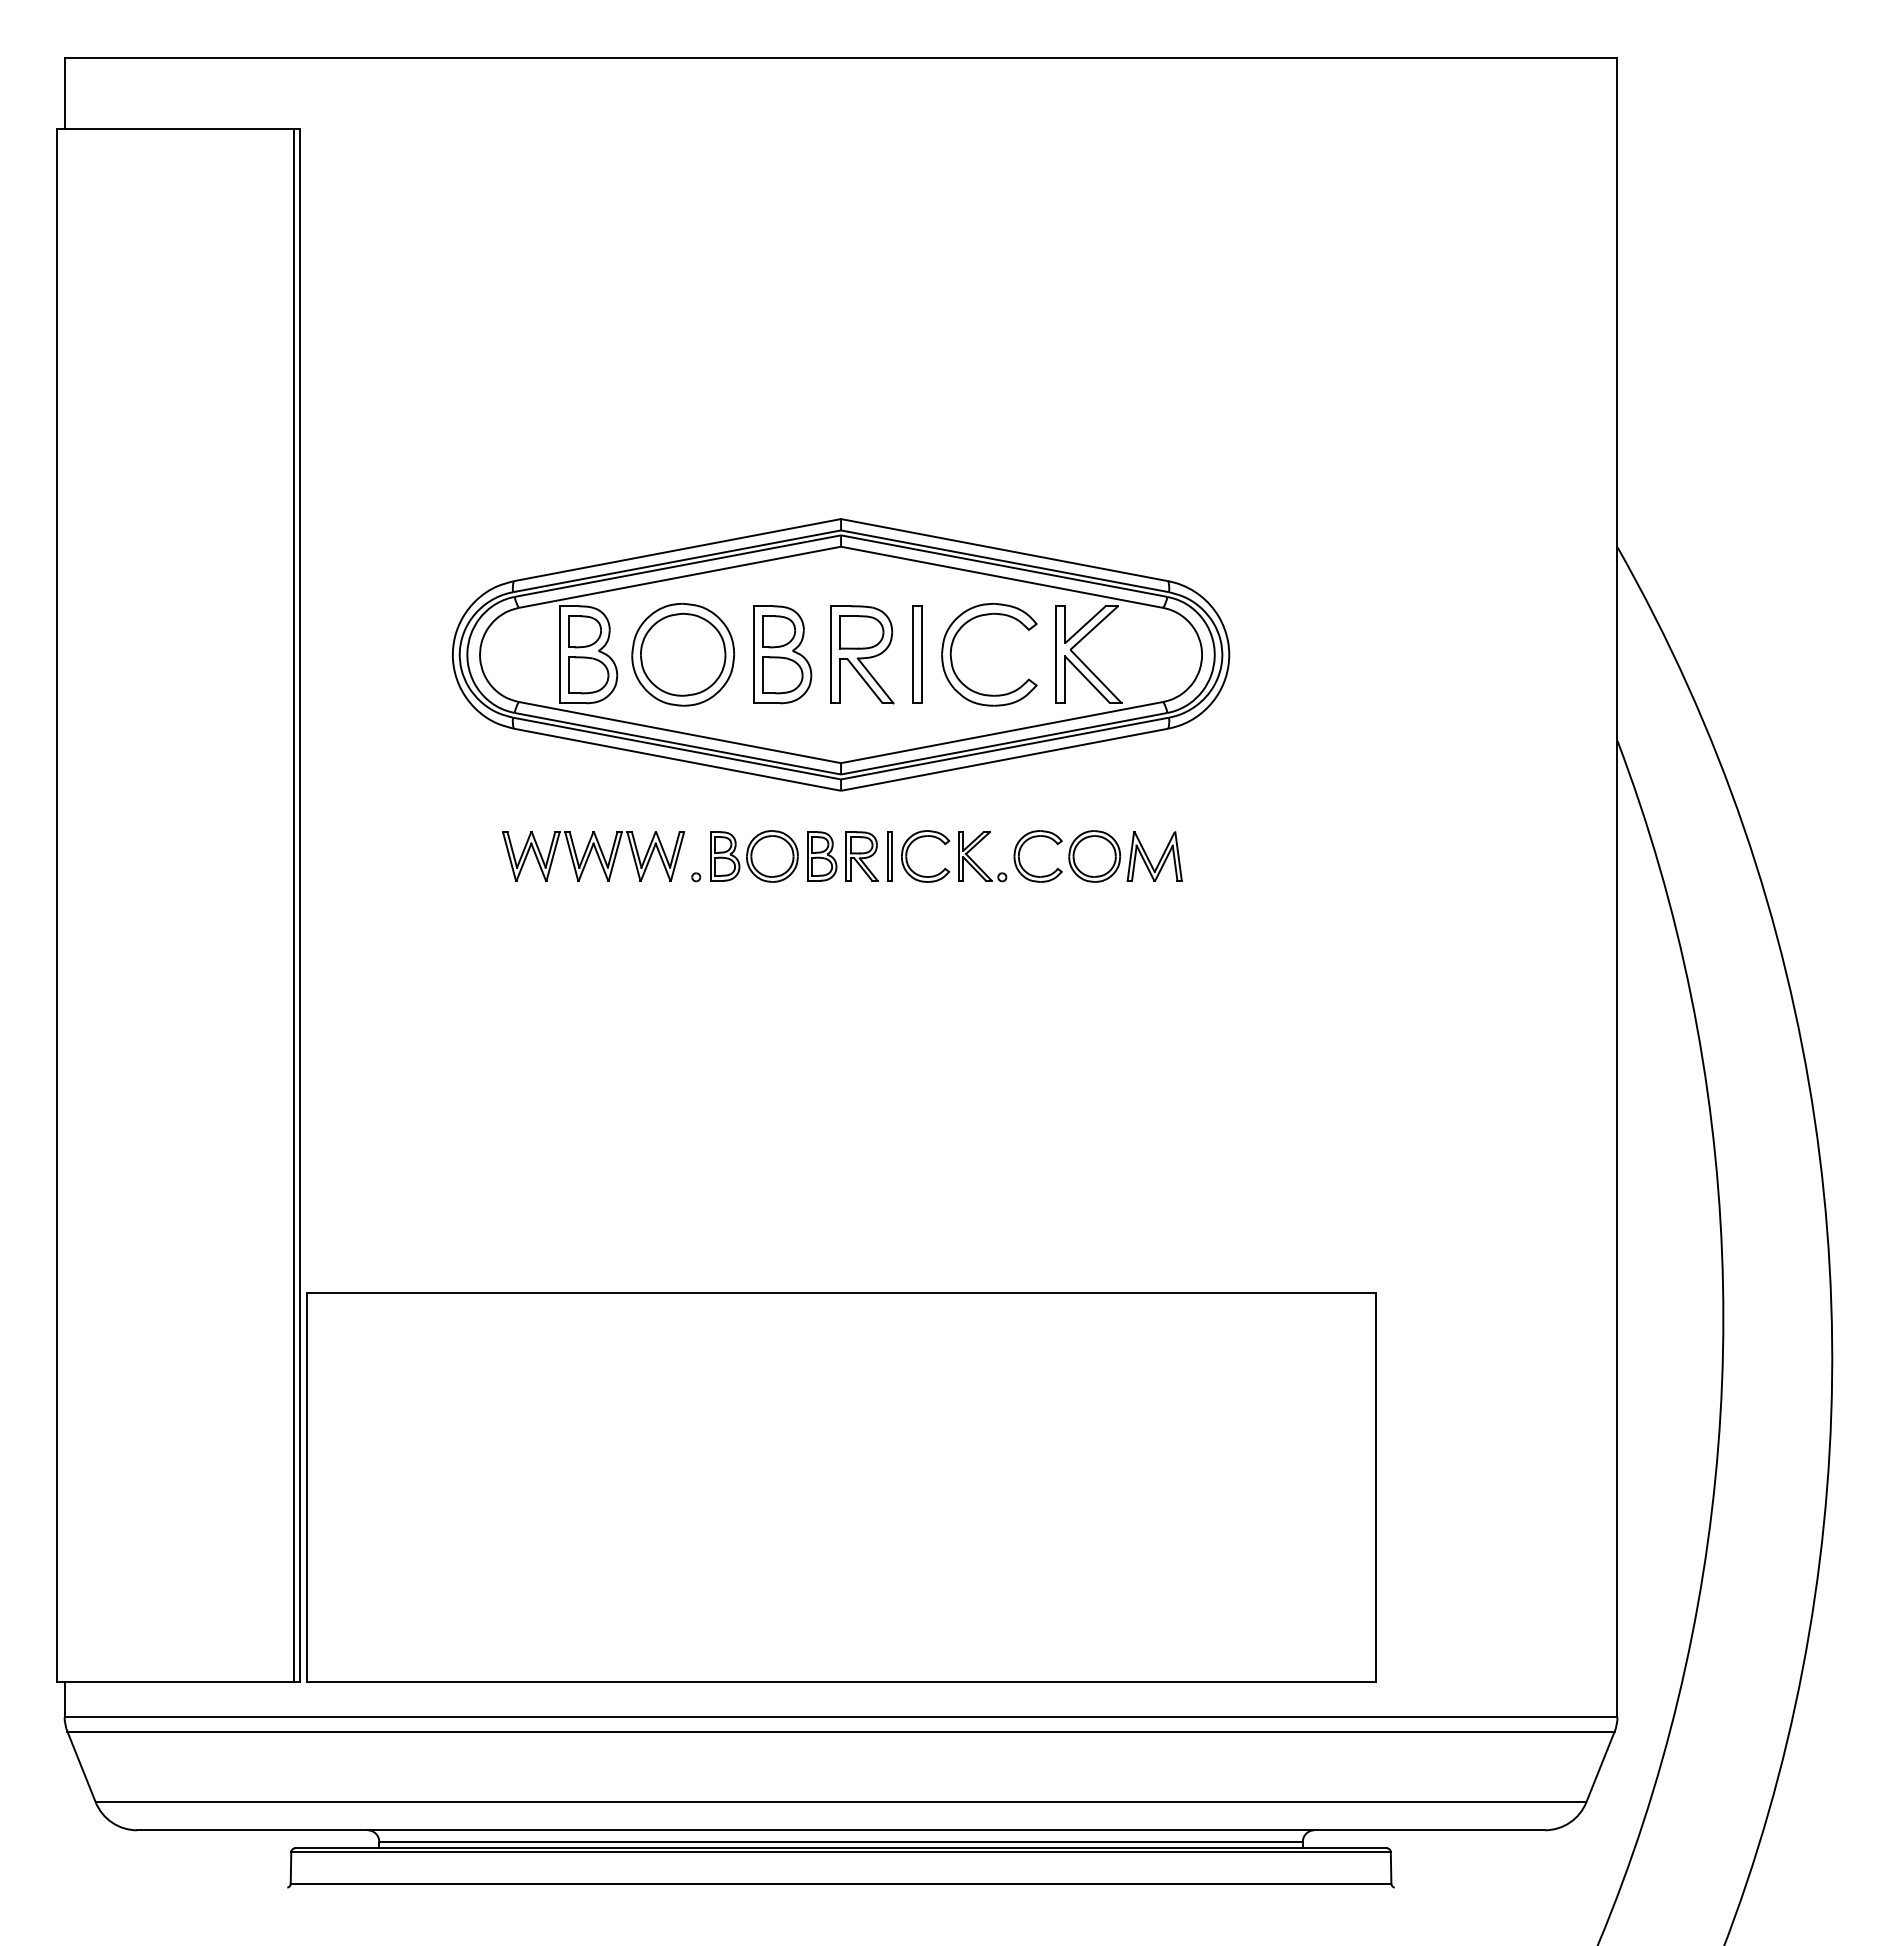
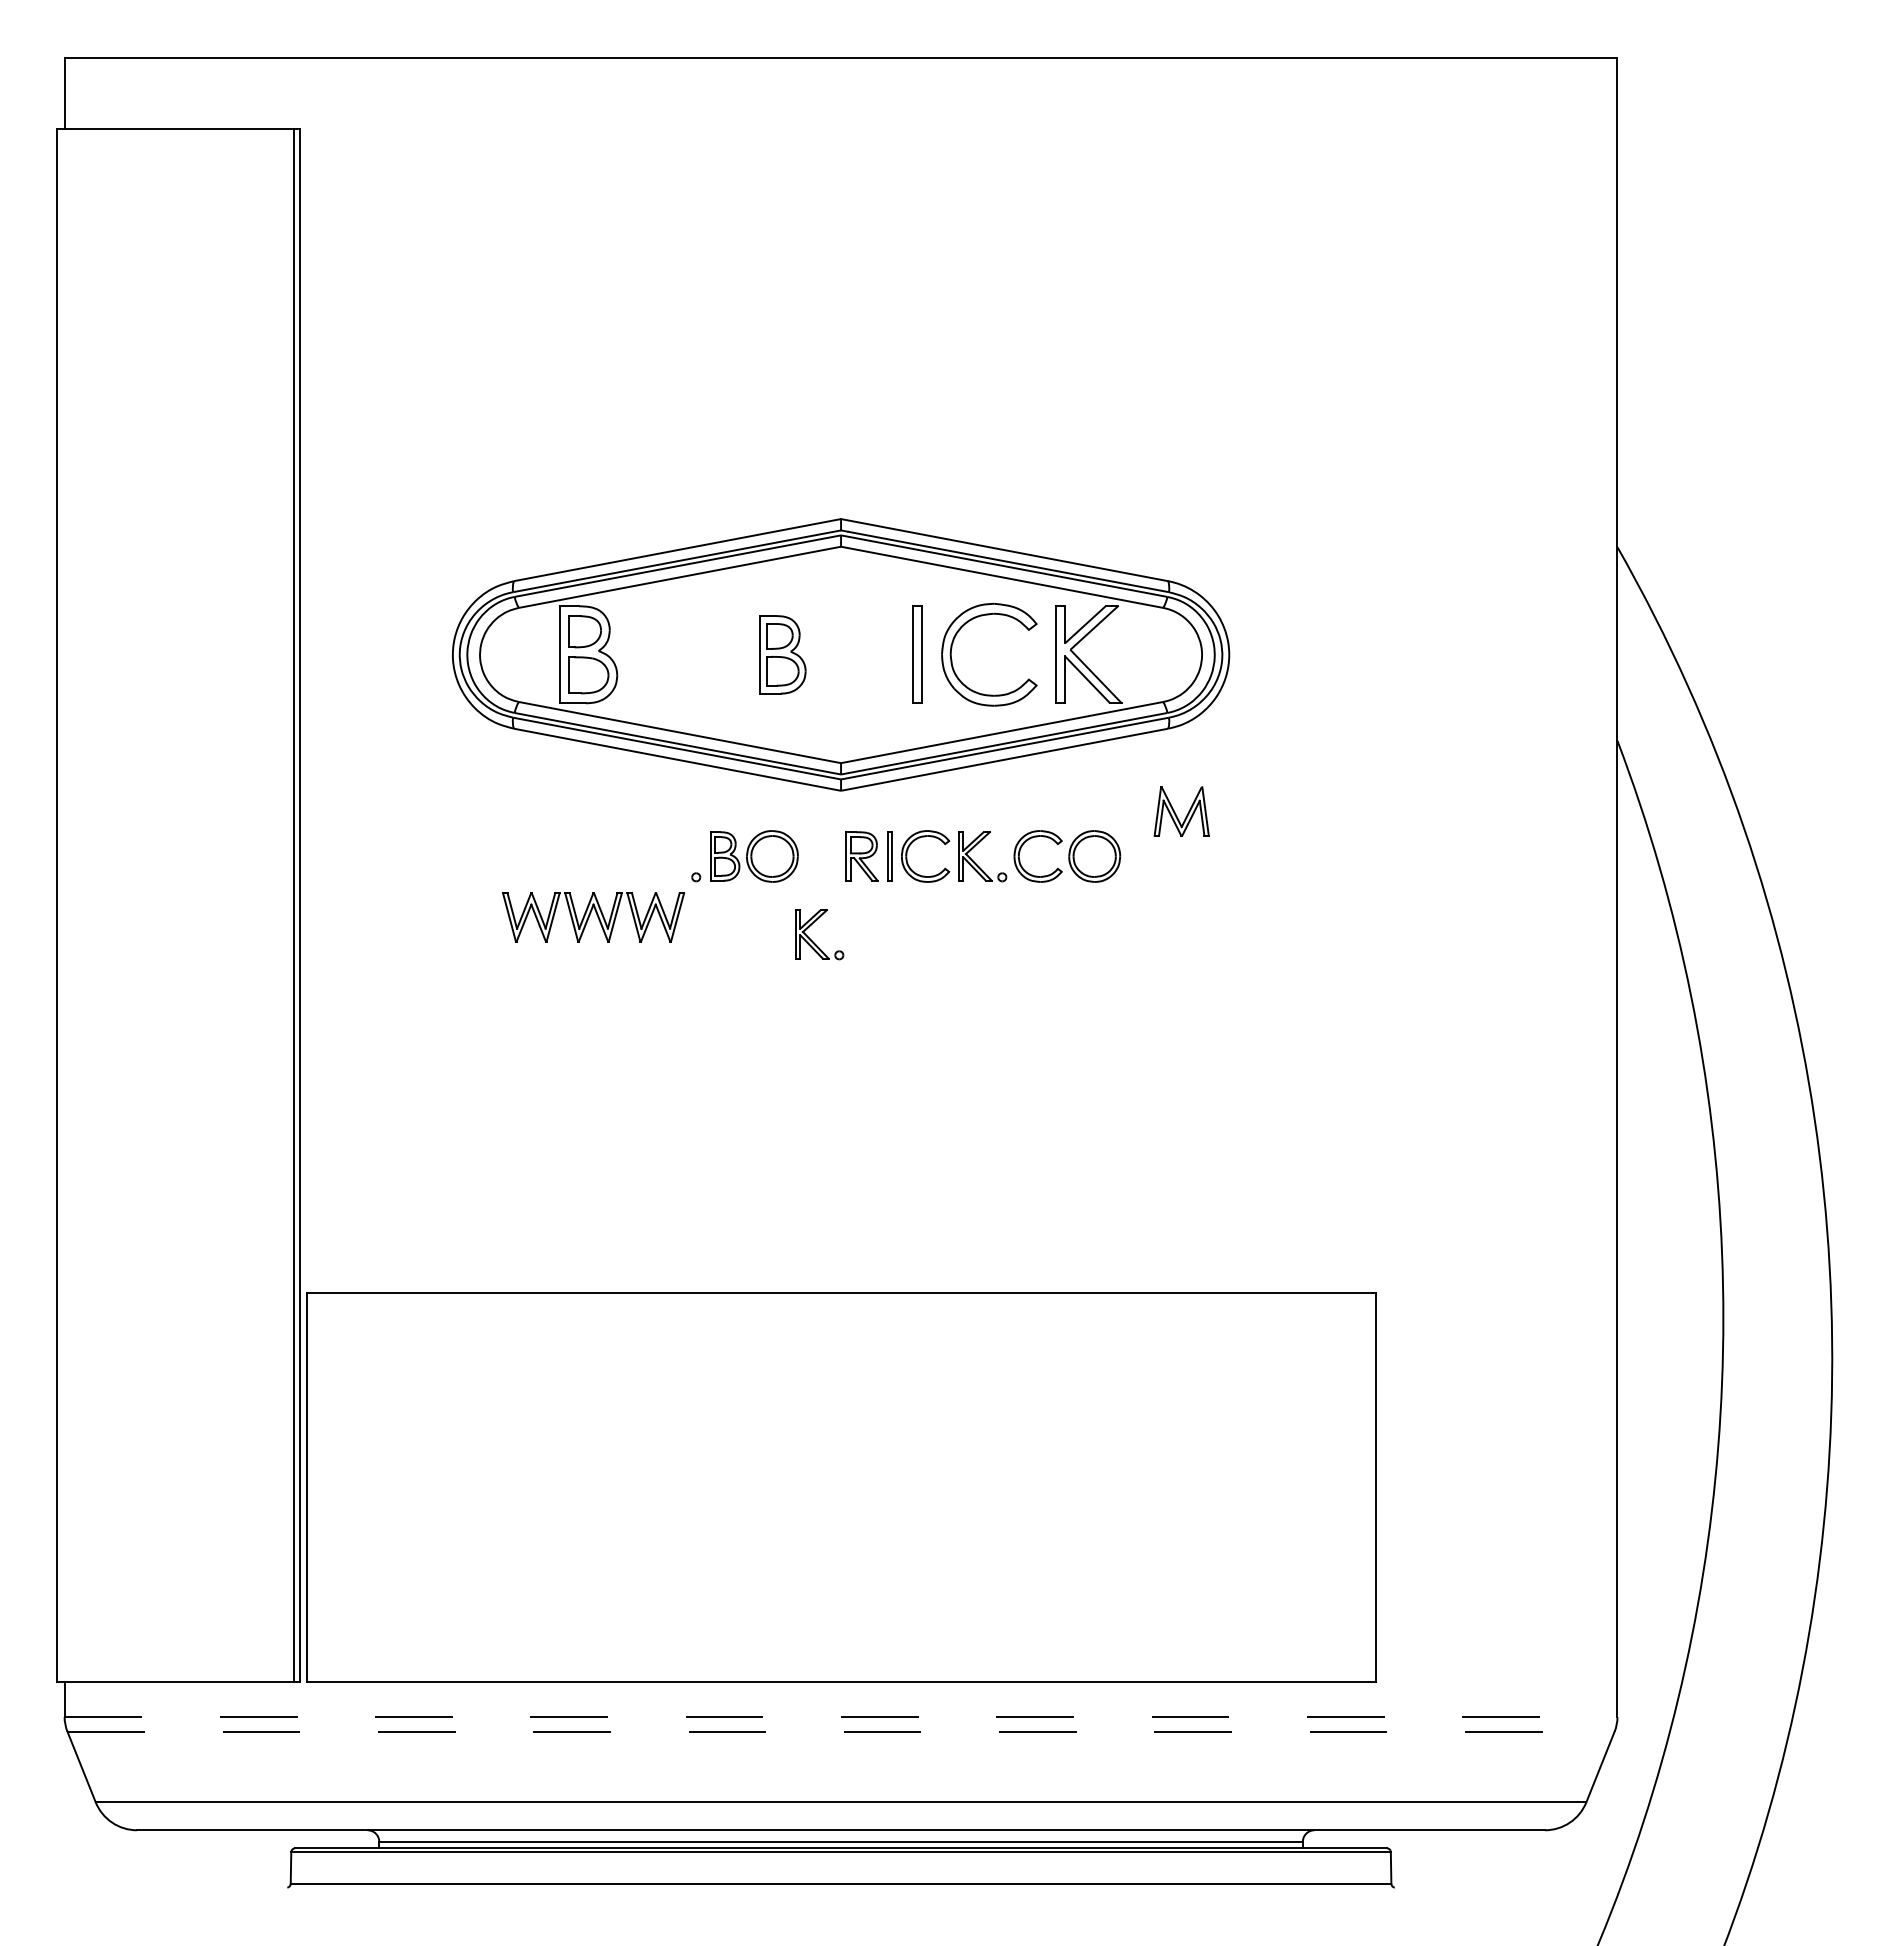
part at (683, 654): present -> none
part at (782, 654) size: 60x100 px -> 48x80 px
part at (862, 654): present -> none
part at (593, 856) position: (593, 856) -> (593, 917)
part at (822, 856): present -> none
part at (1154, 856) position: (1154, 856) -> (1181, 811)
part at (812, 940): none -> present
line at (841, 1717): solid -> dashed
line at (841, 1731): solid -> dashed
